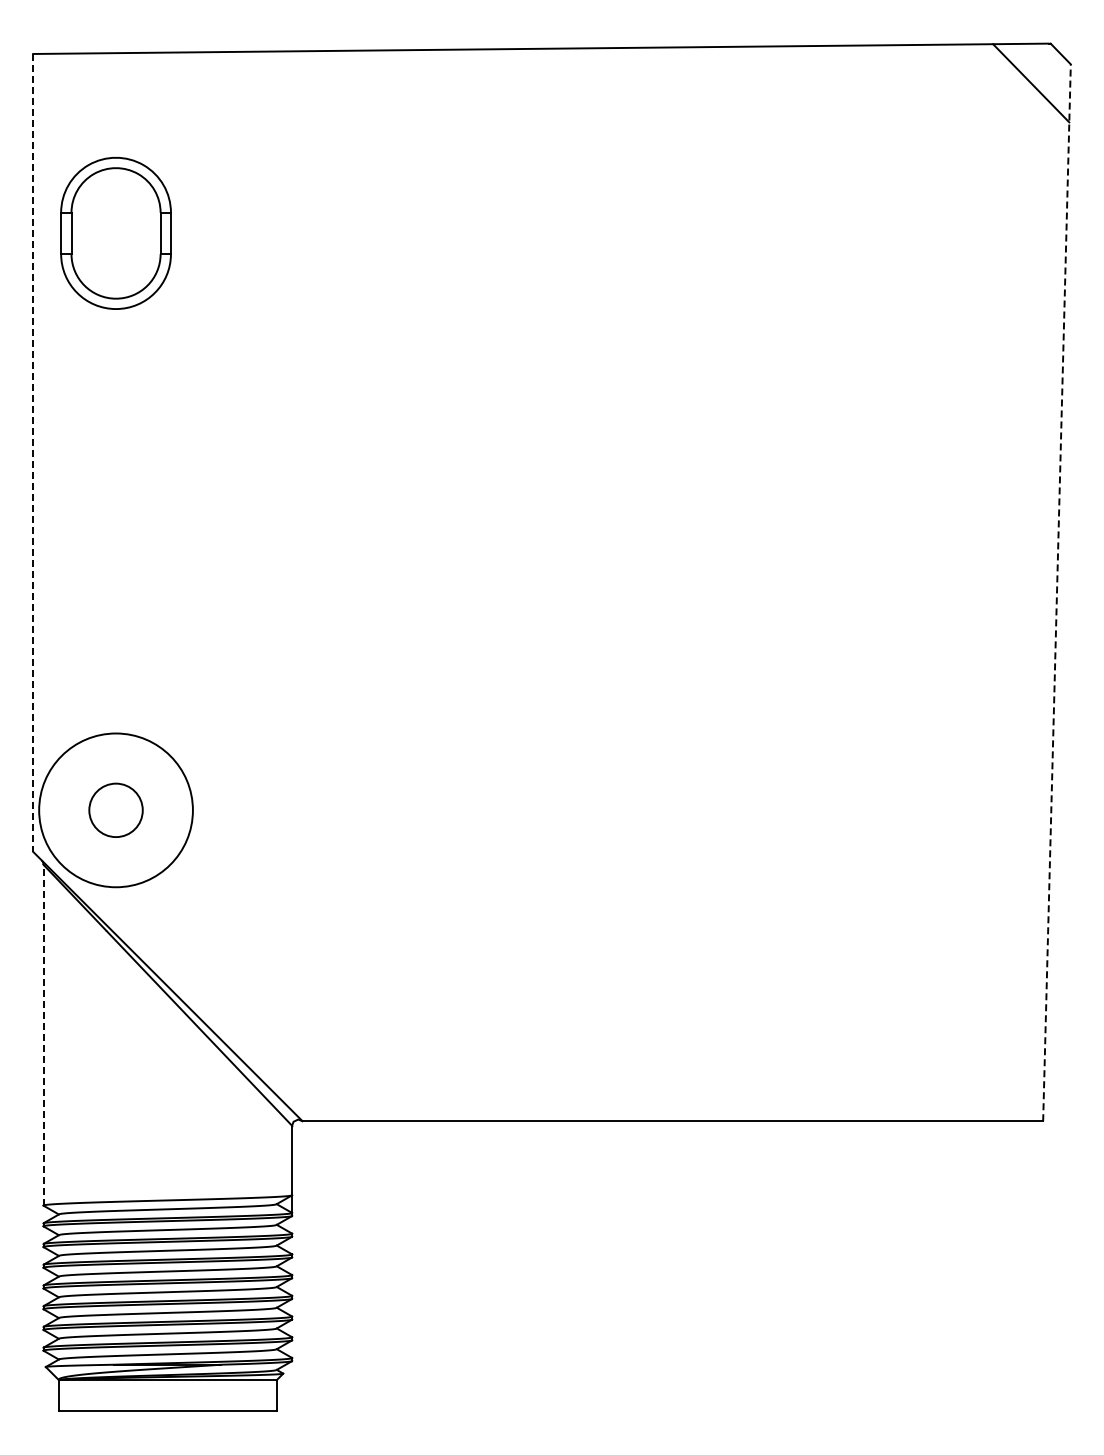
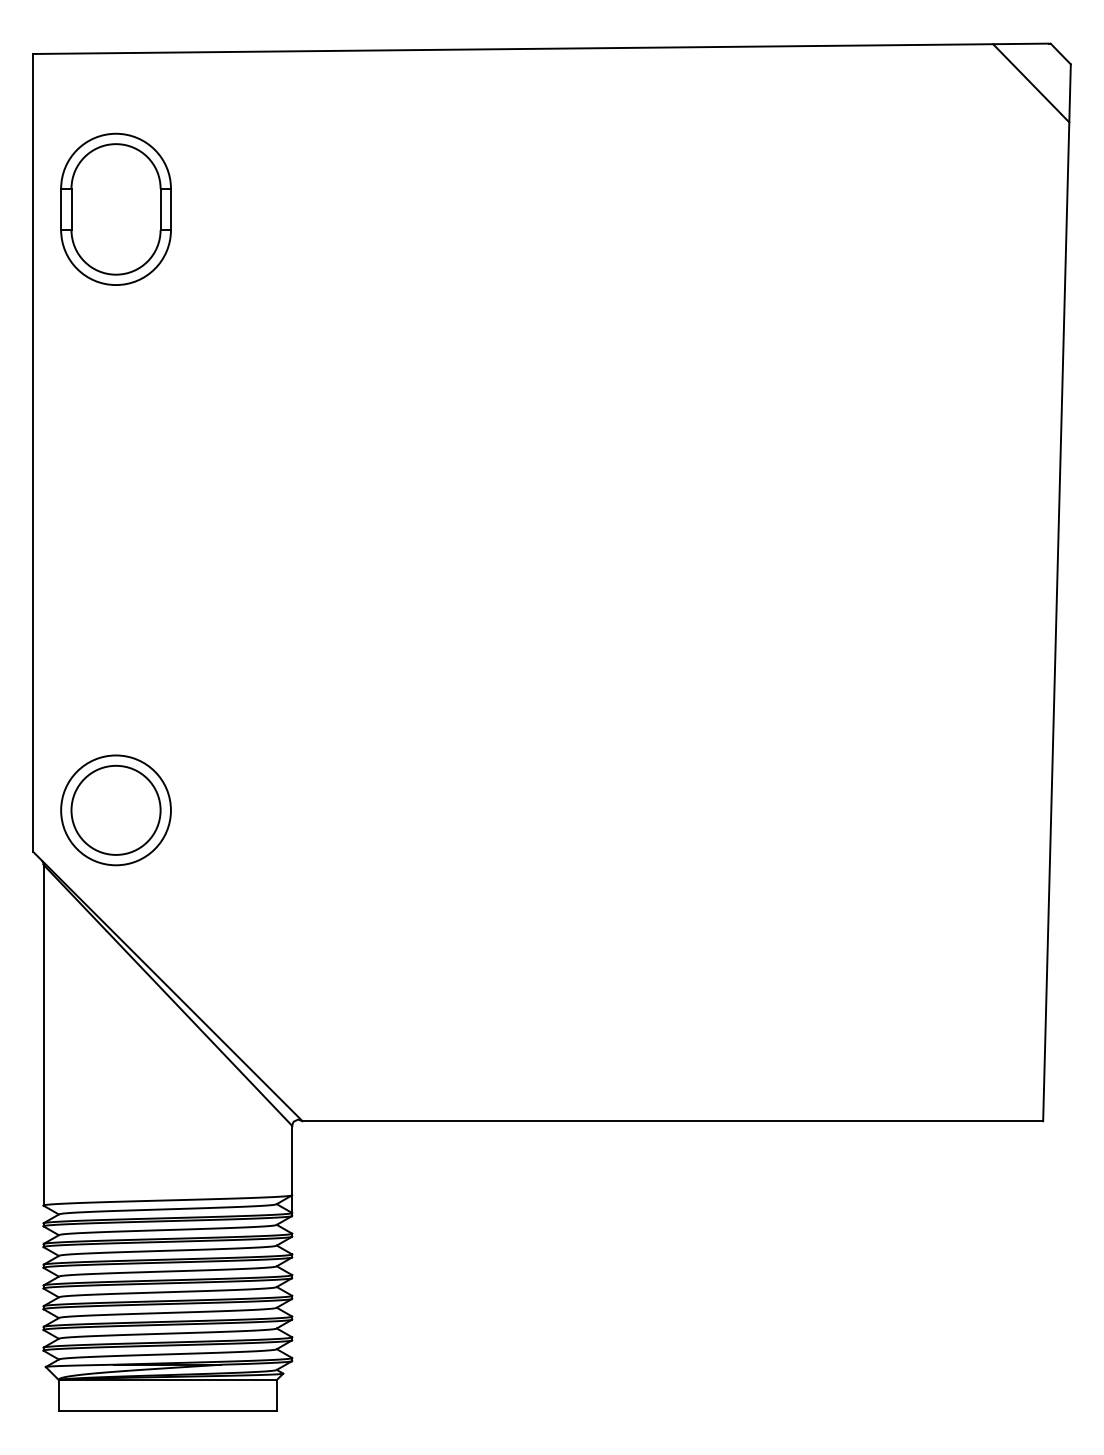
part at (115, 232) position: (115, 232) -> (115, 208)
line at (33, 452): dashed -> solid
line at (1056, 592): dashed -> solid
circle at (115, 810) diameter: 154 px -> 110 px
circle at (115, 810) diameter: 53 px -> 89 px
line at (43, 1034): dashed -> solid
